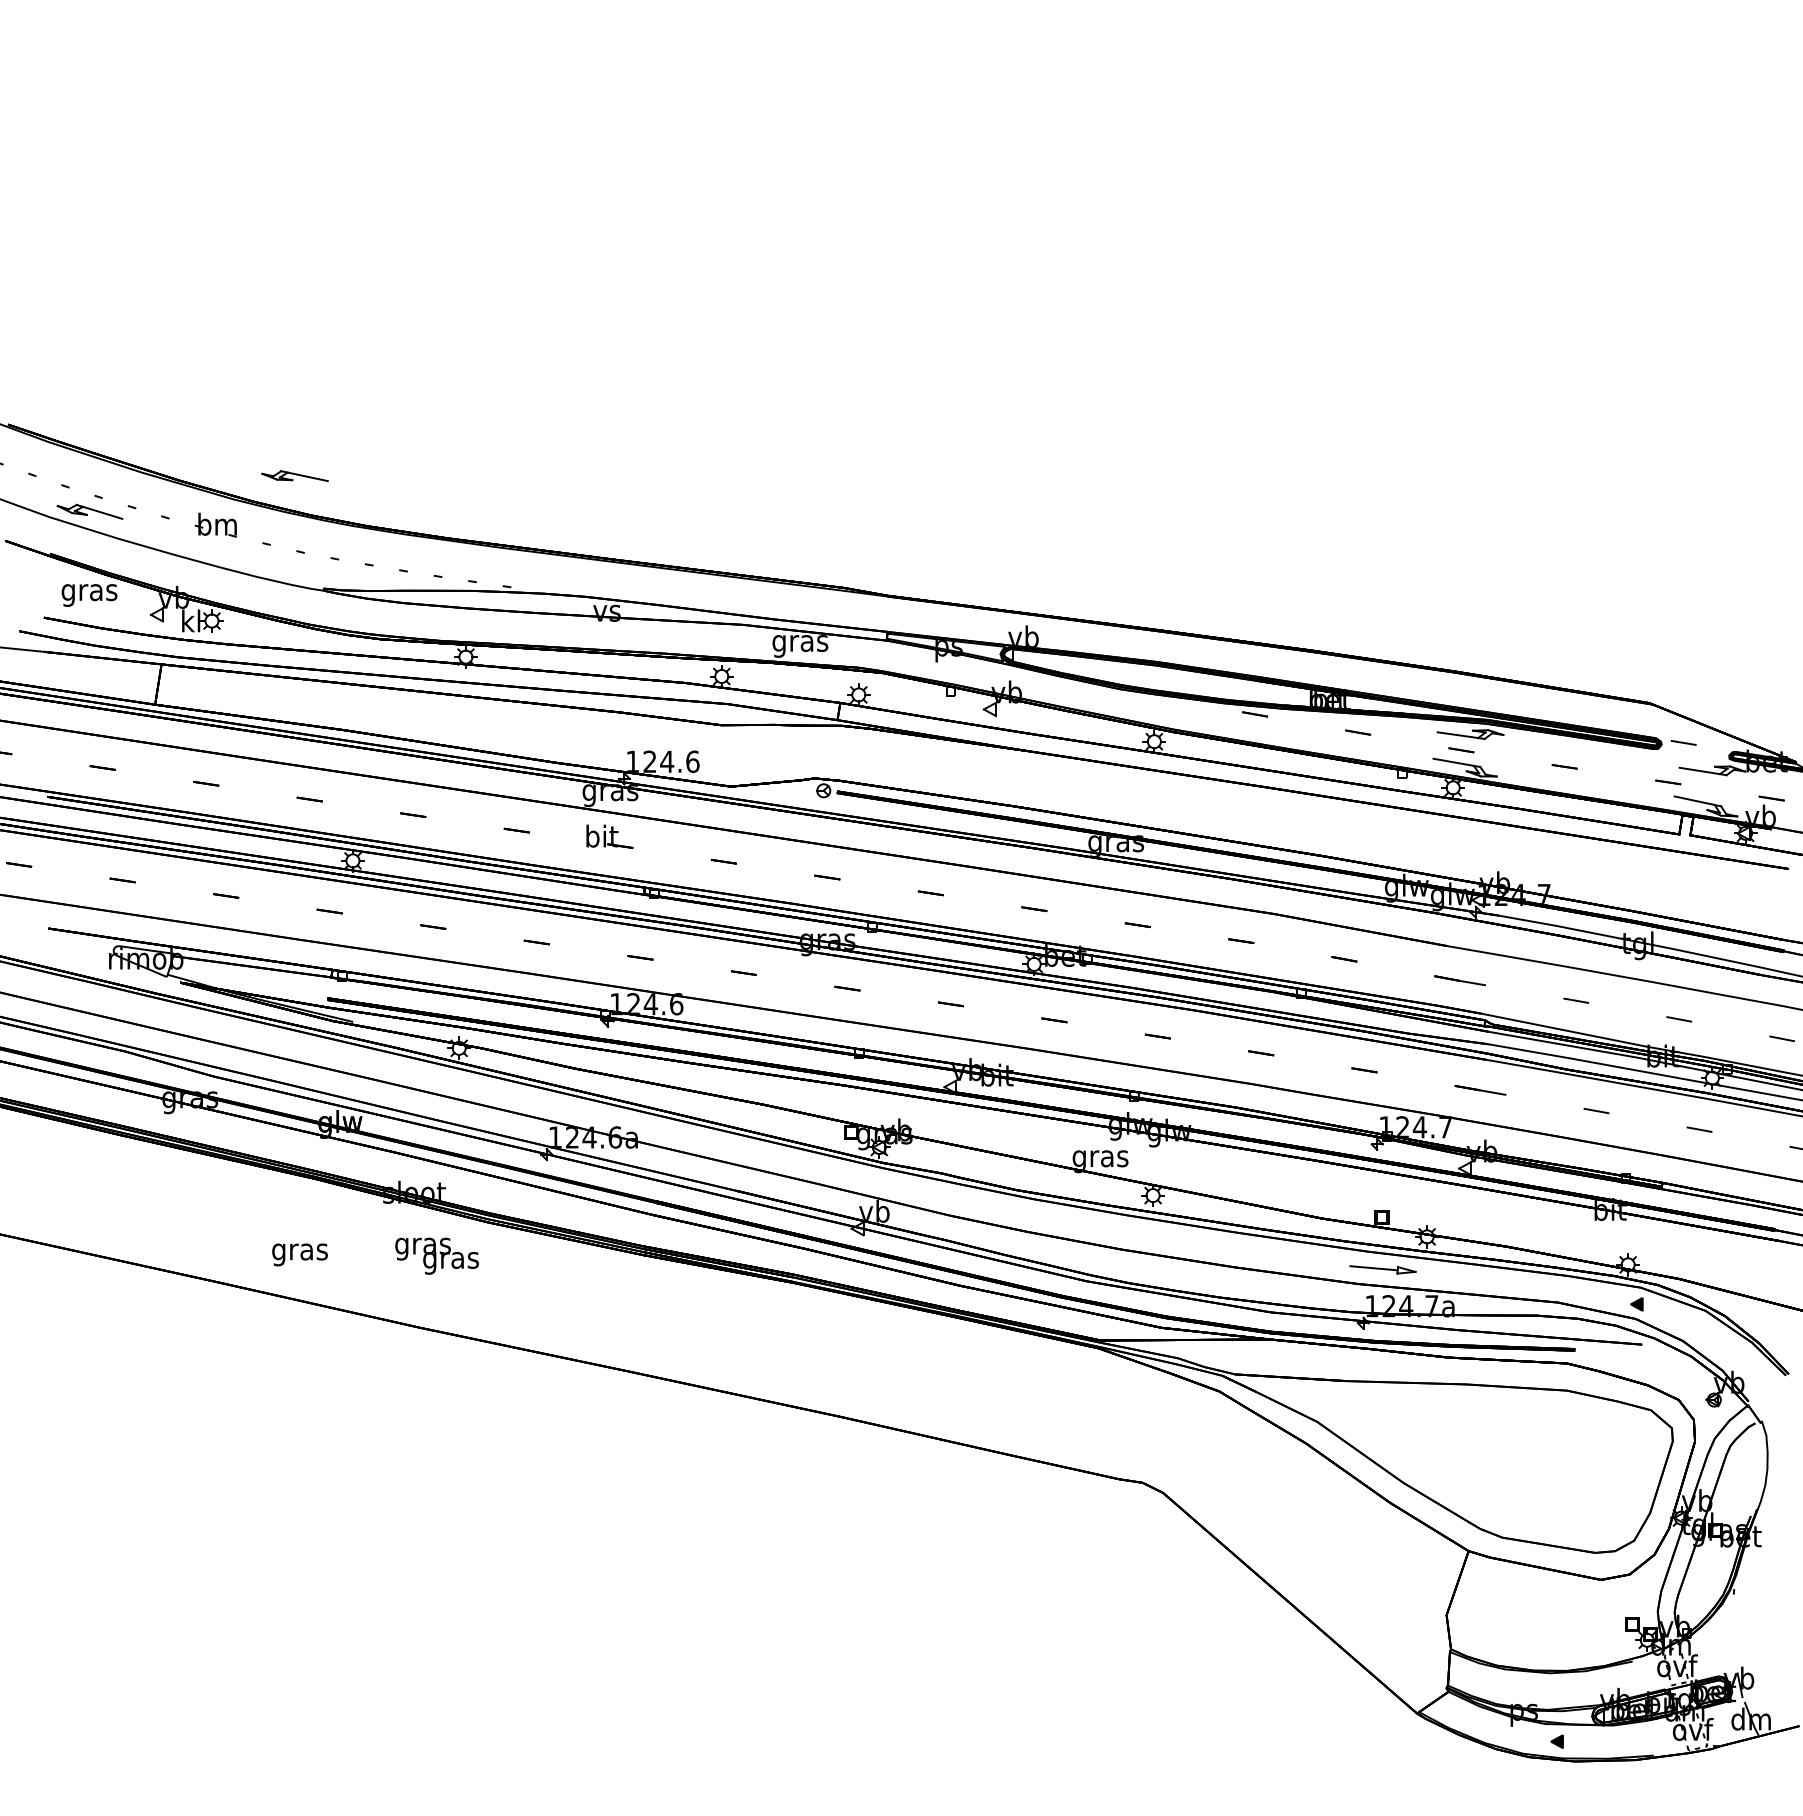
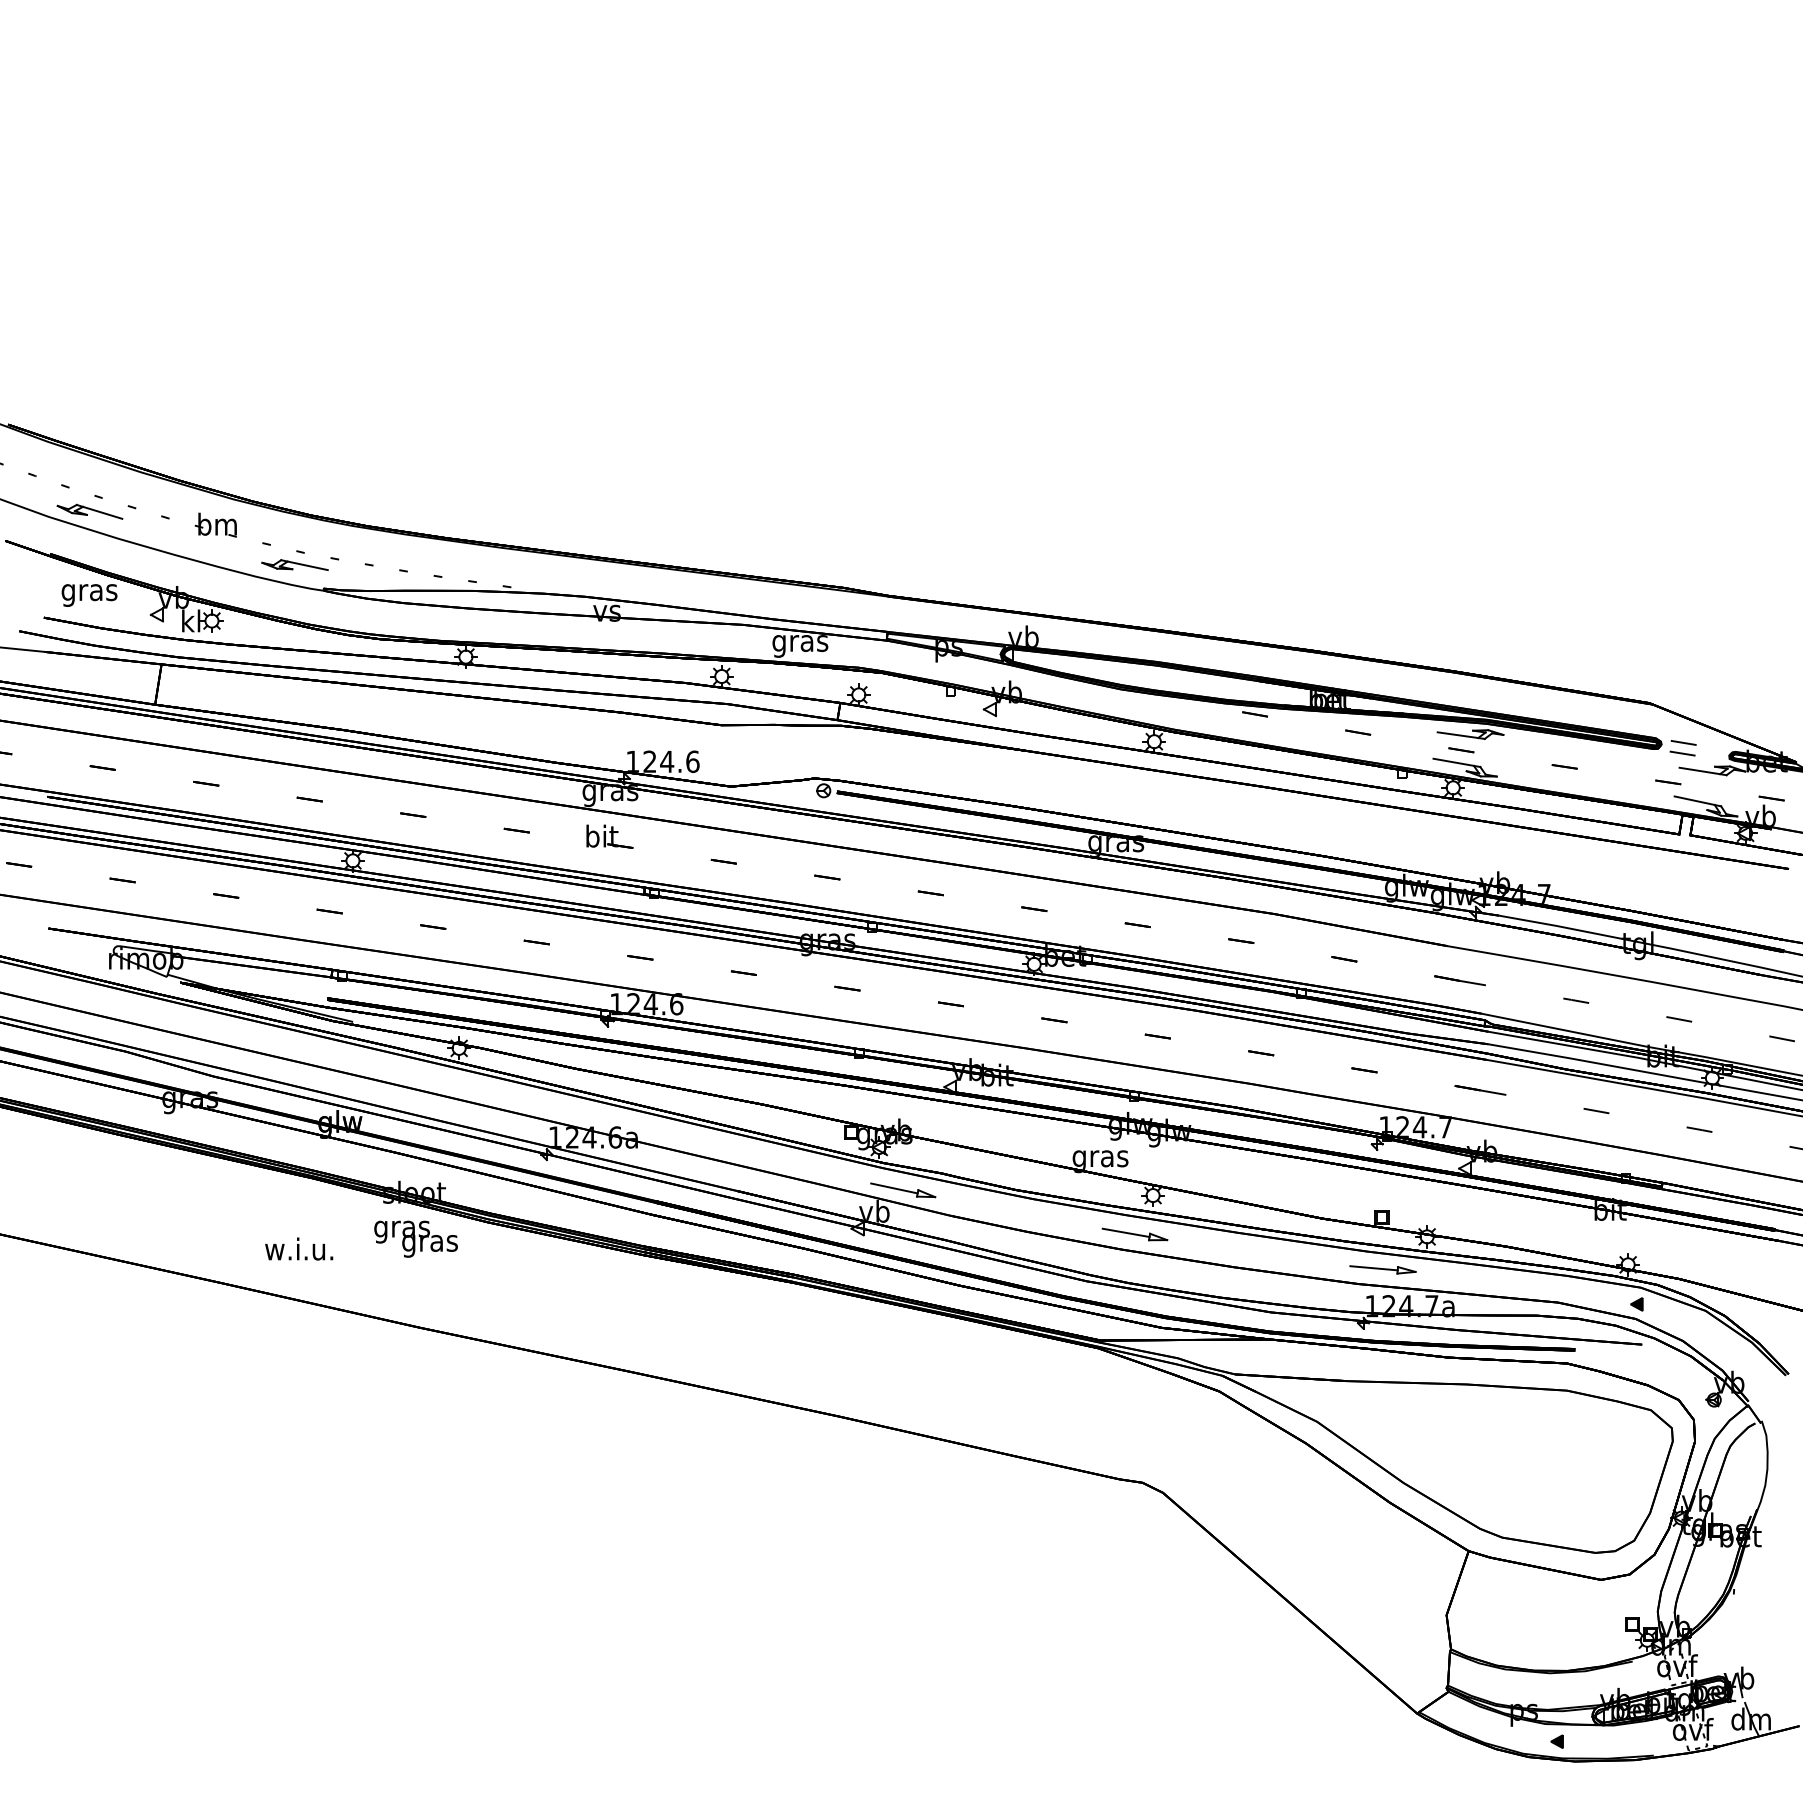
part at (294, 475) position: (294, 475) -> (294, 564)
line at (1682, 753): none -> present
part at (903, 1190): none -> present
part at (1134, 1234): none -> present
text at (299, 1251): gras -> w.i.u.
text at (436, 1255) position: (436, 1255) -> (415, 1238)
